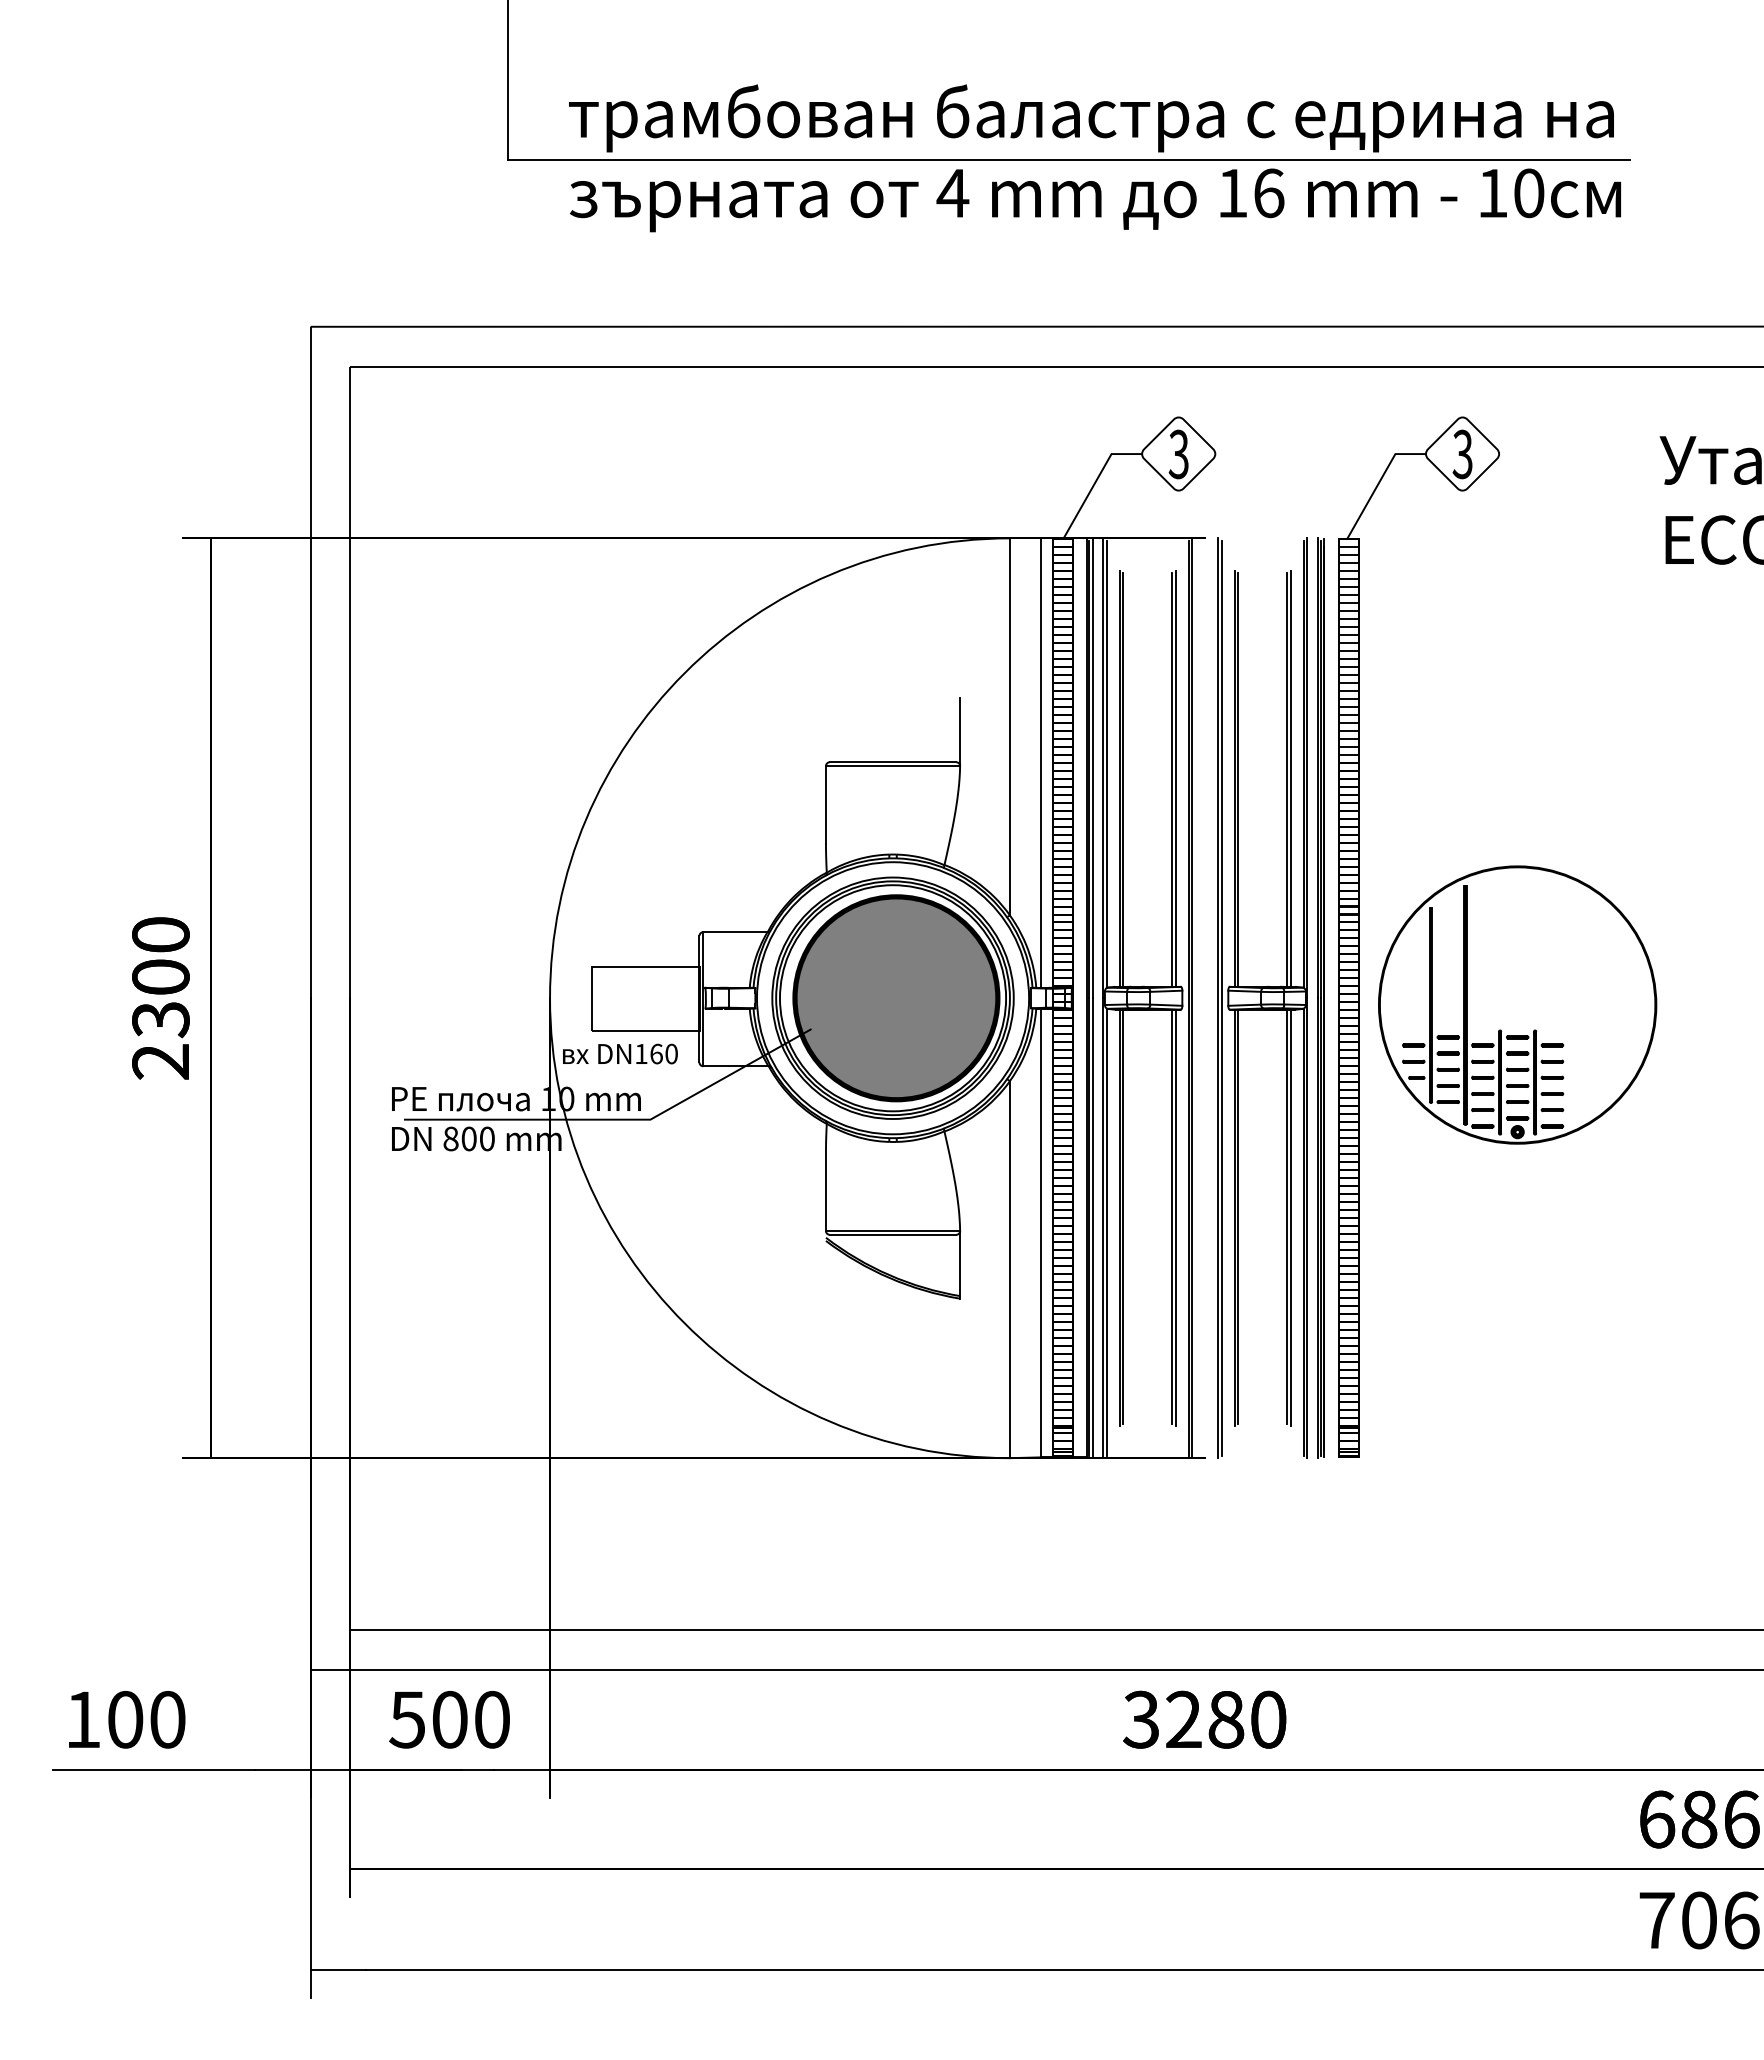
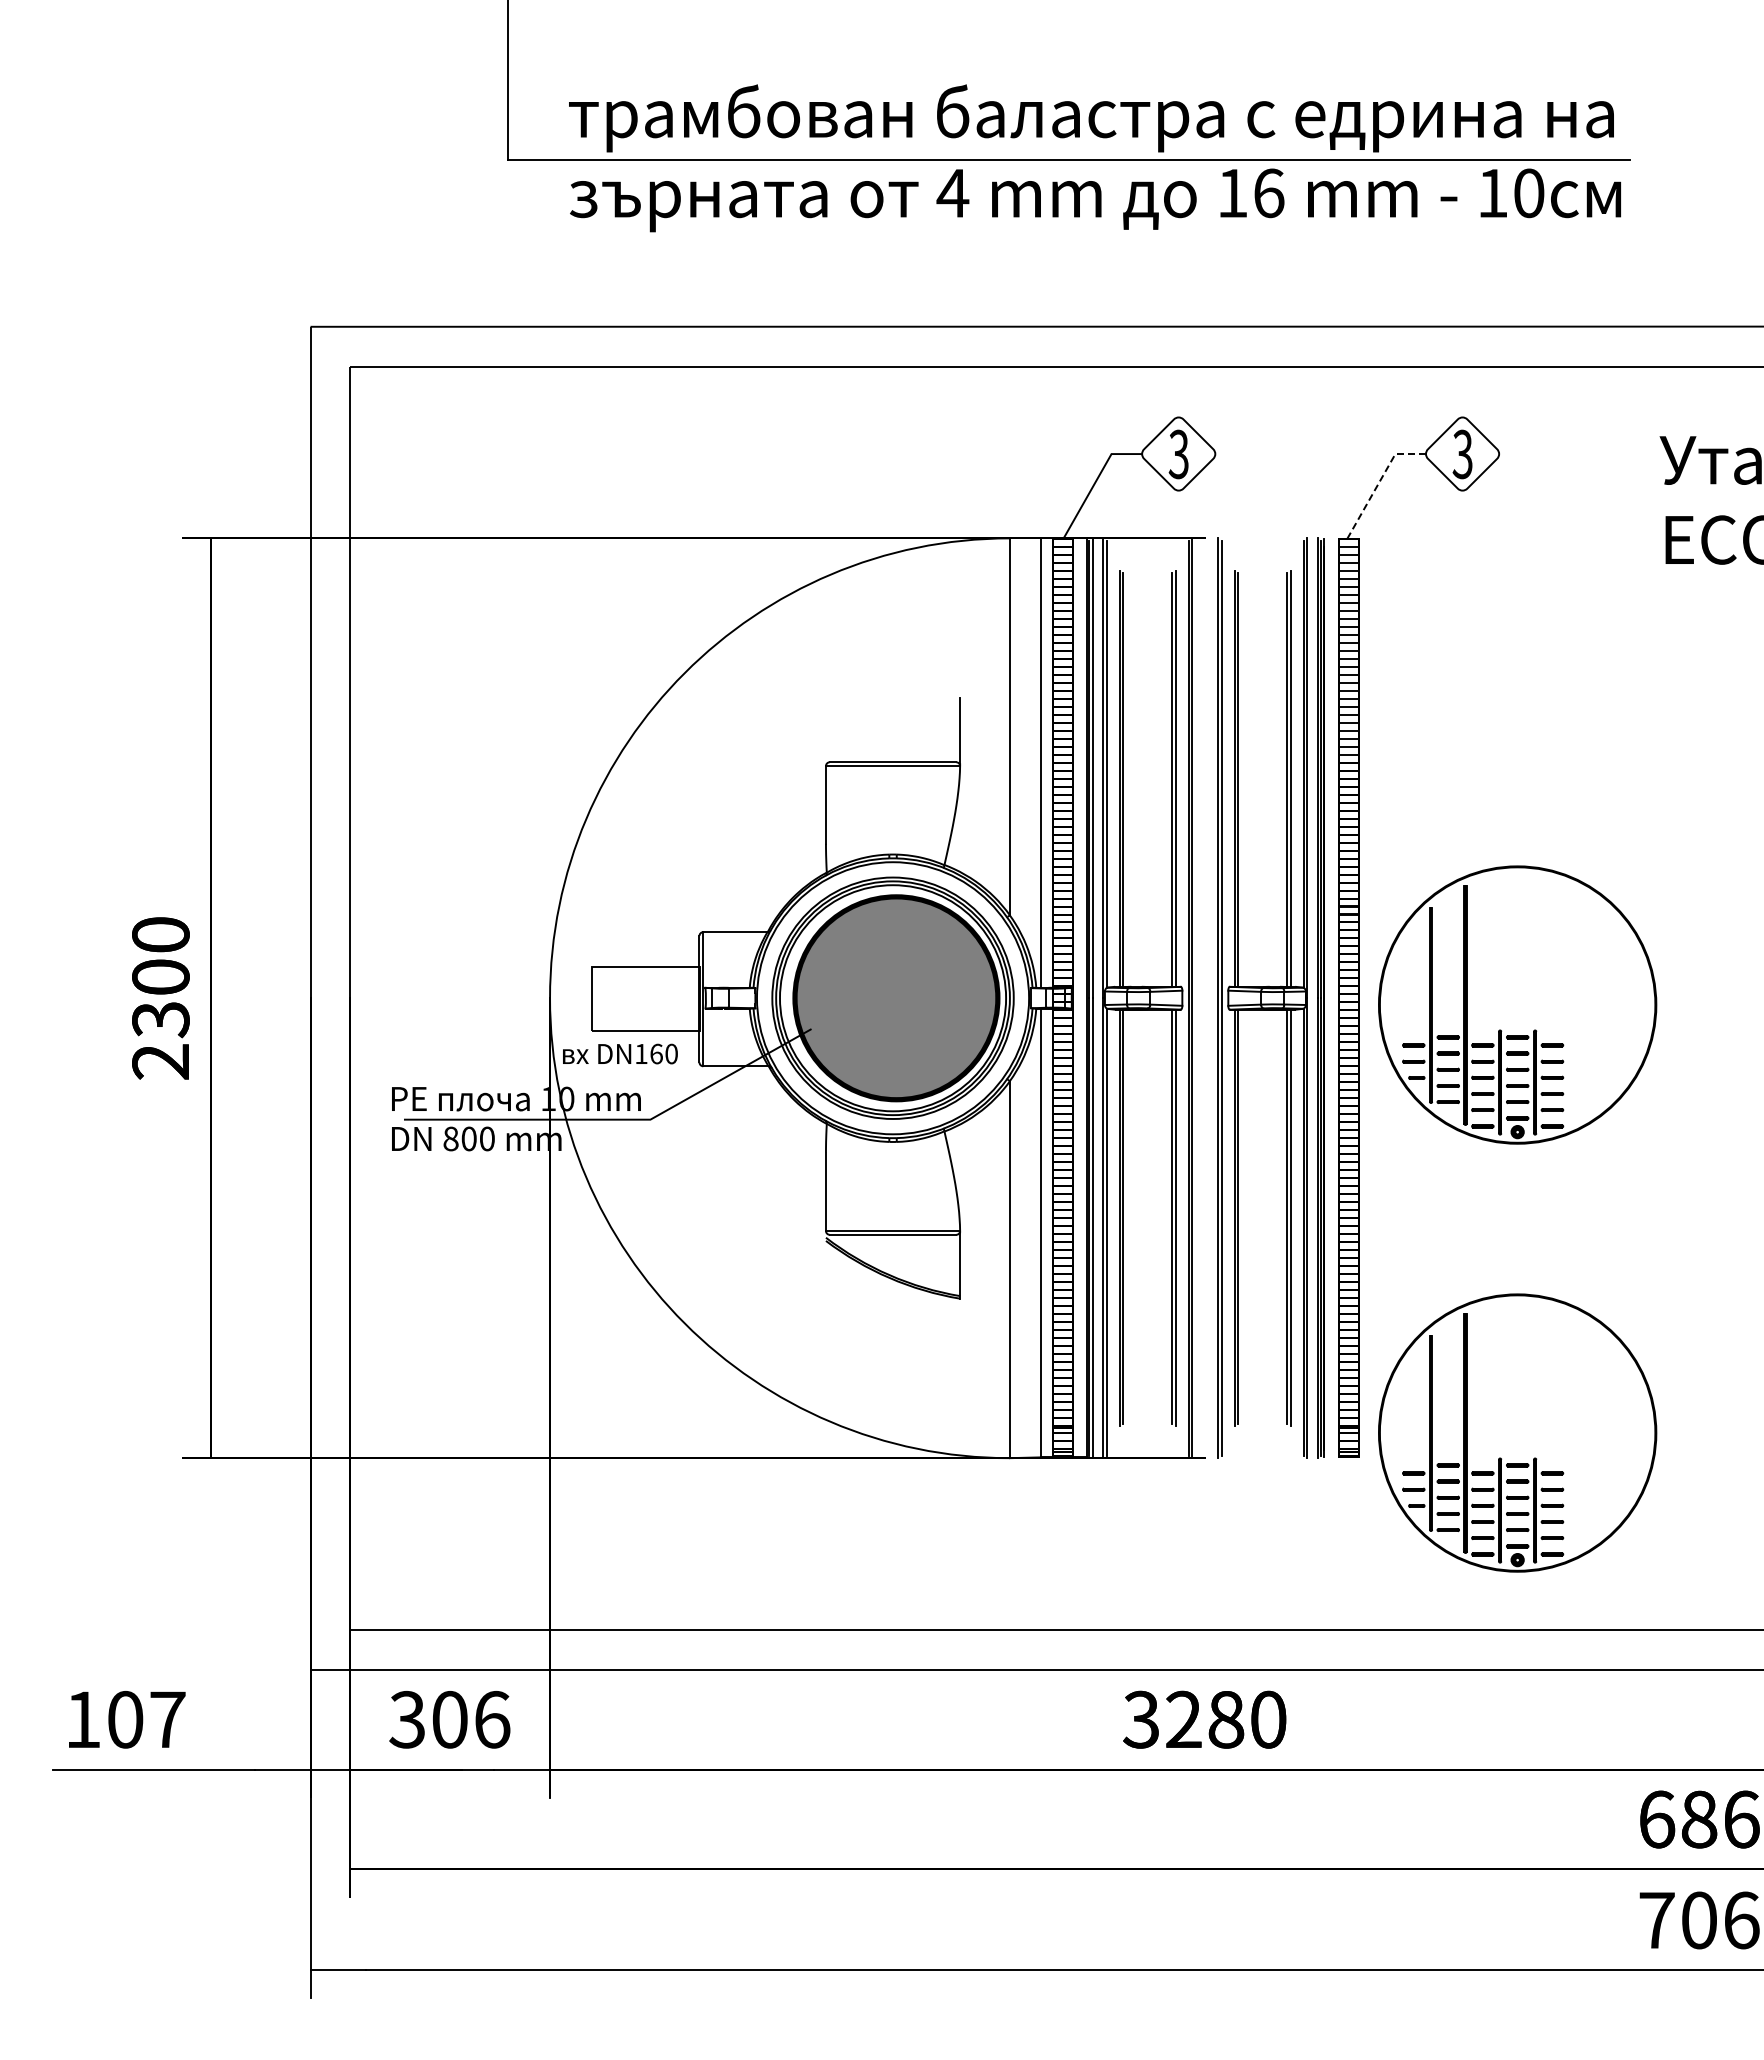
line at (1379, 482): solid -> dashed
part at (1517, 1432): none -> present
text at (167, 1719): 100 -> 107
text at (449, 1719): 500 -> 306
